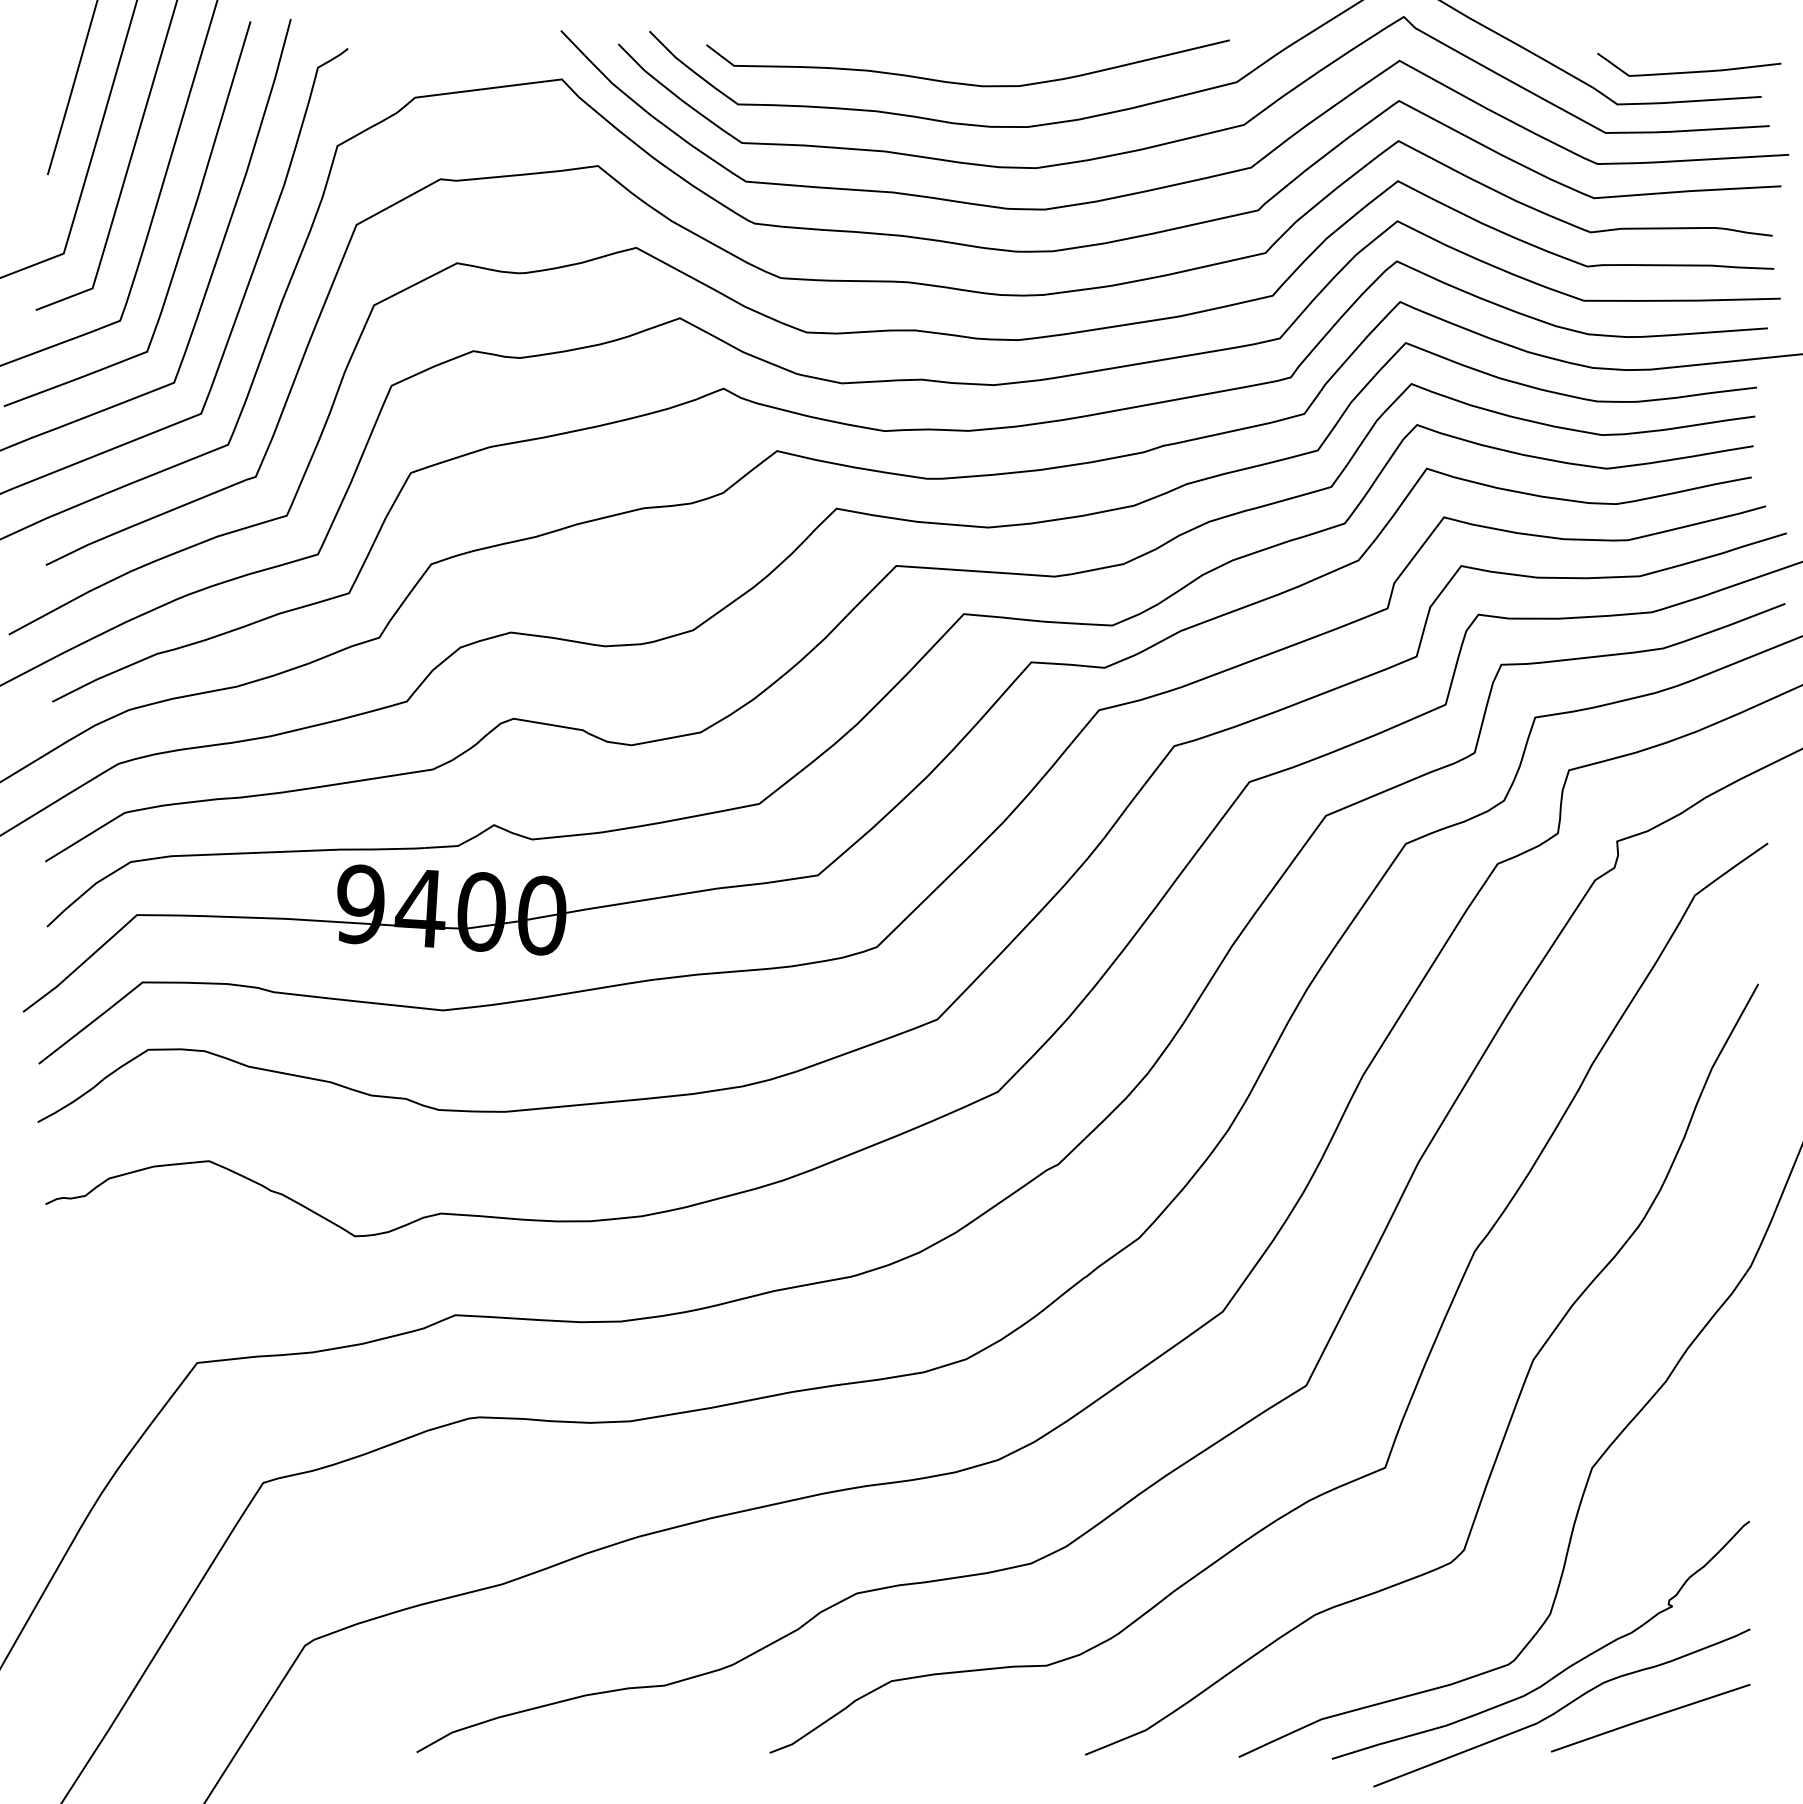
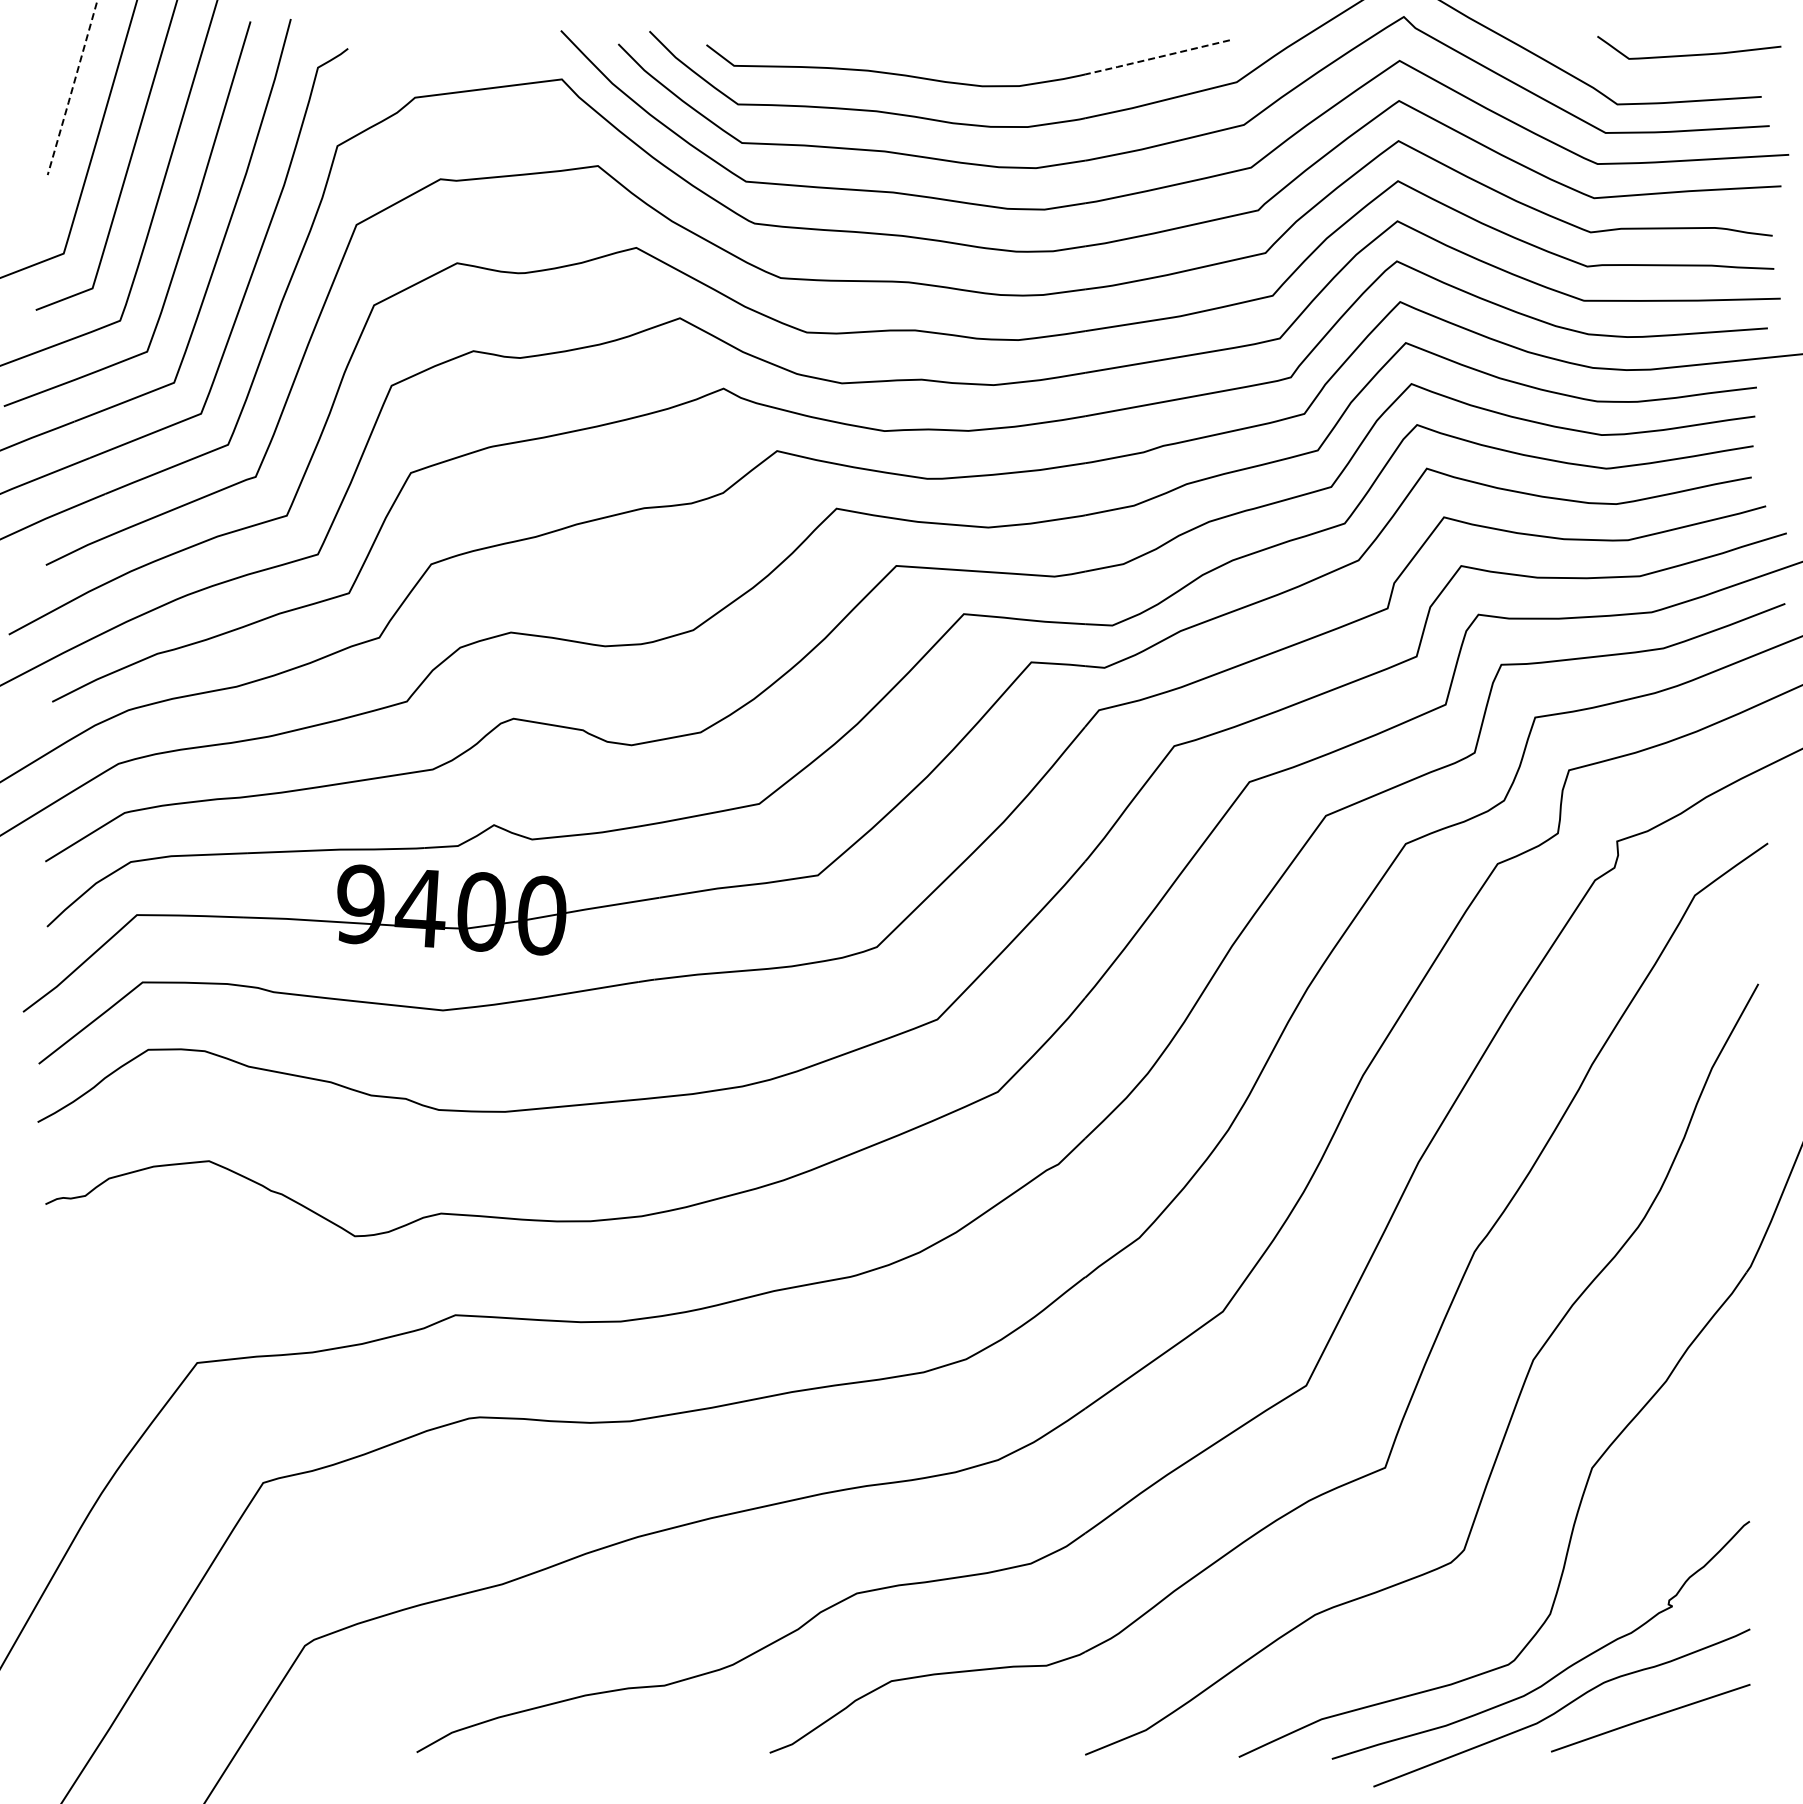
line at (1156, 57): solid -> dashed
curve at (1689, 71) position: (1689, 71) -> (1689, 54)
line at (72, 88): solid -> dashed
